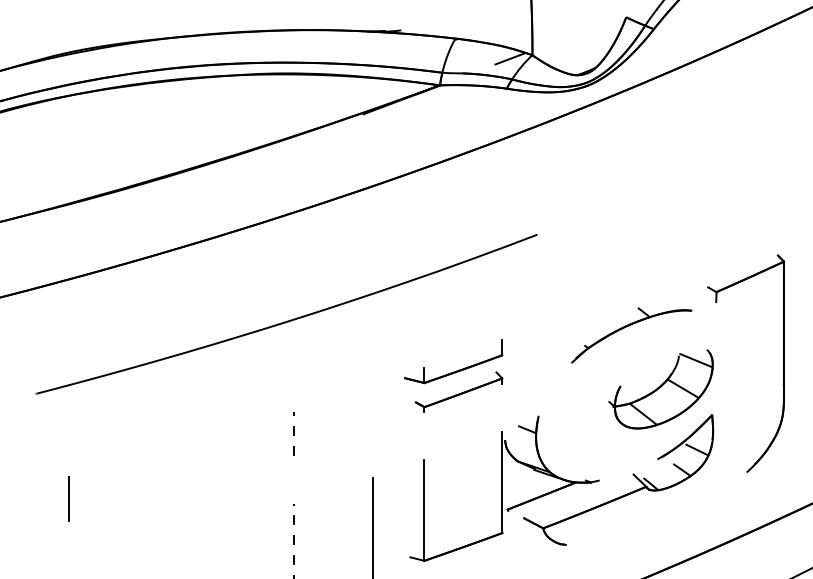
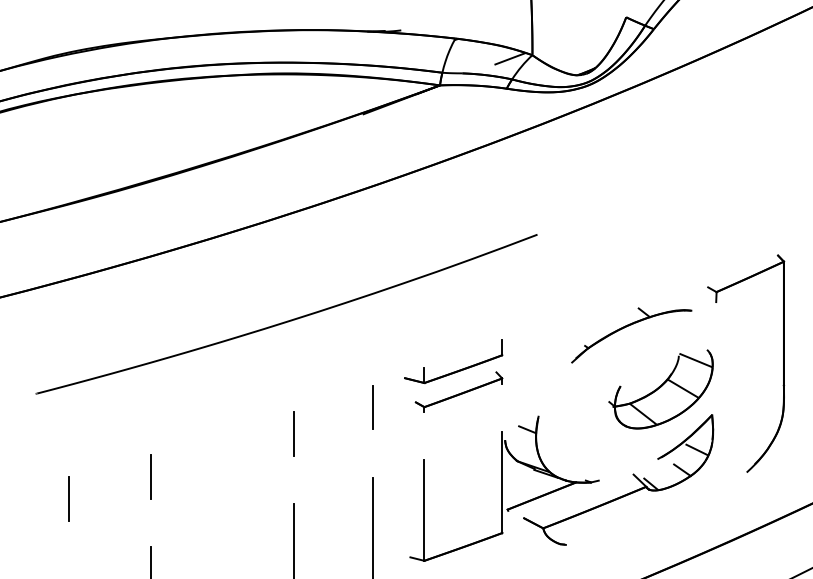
line at (373, 407): none -> present
line at (293, 433): dashed -> solid
line at (151, 476): none -> present
line at (293, 541): dashed -> solid
line at (151, 561): none -> present
